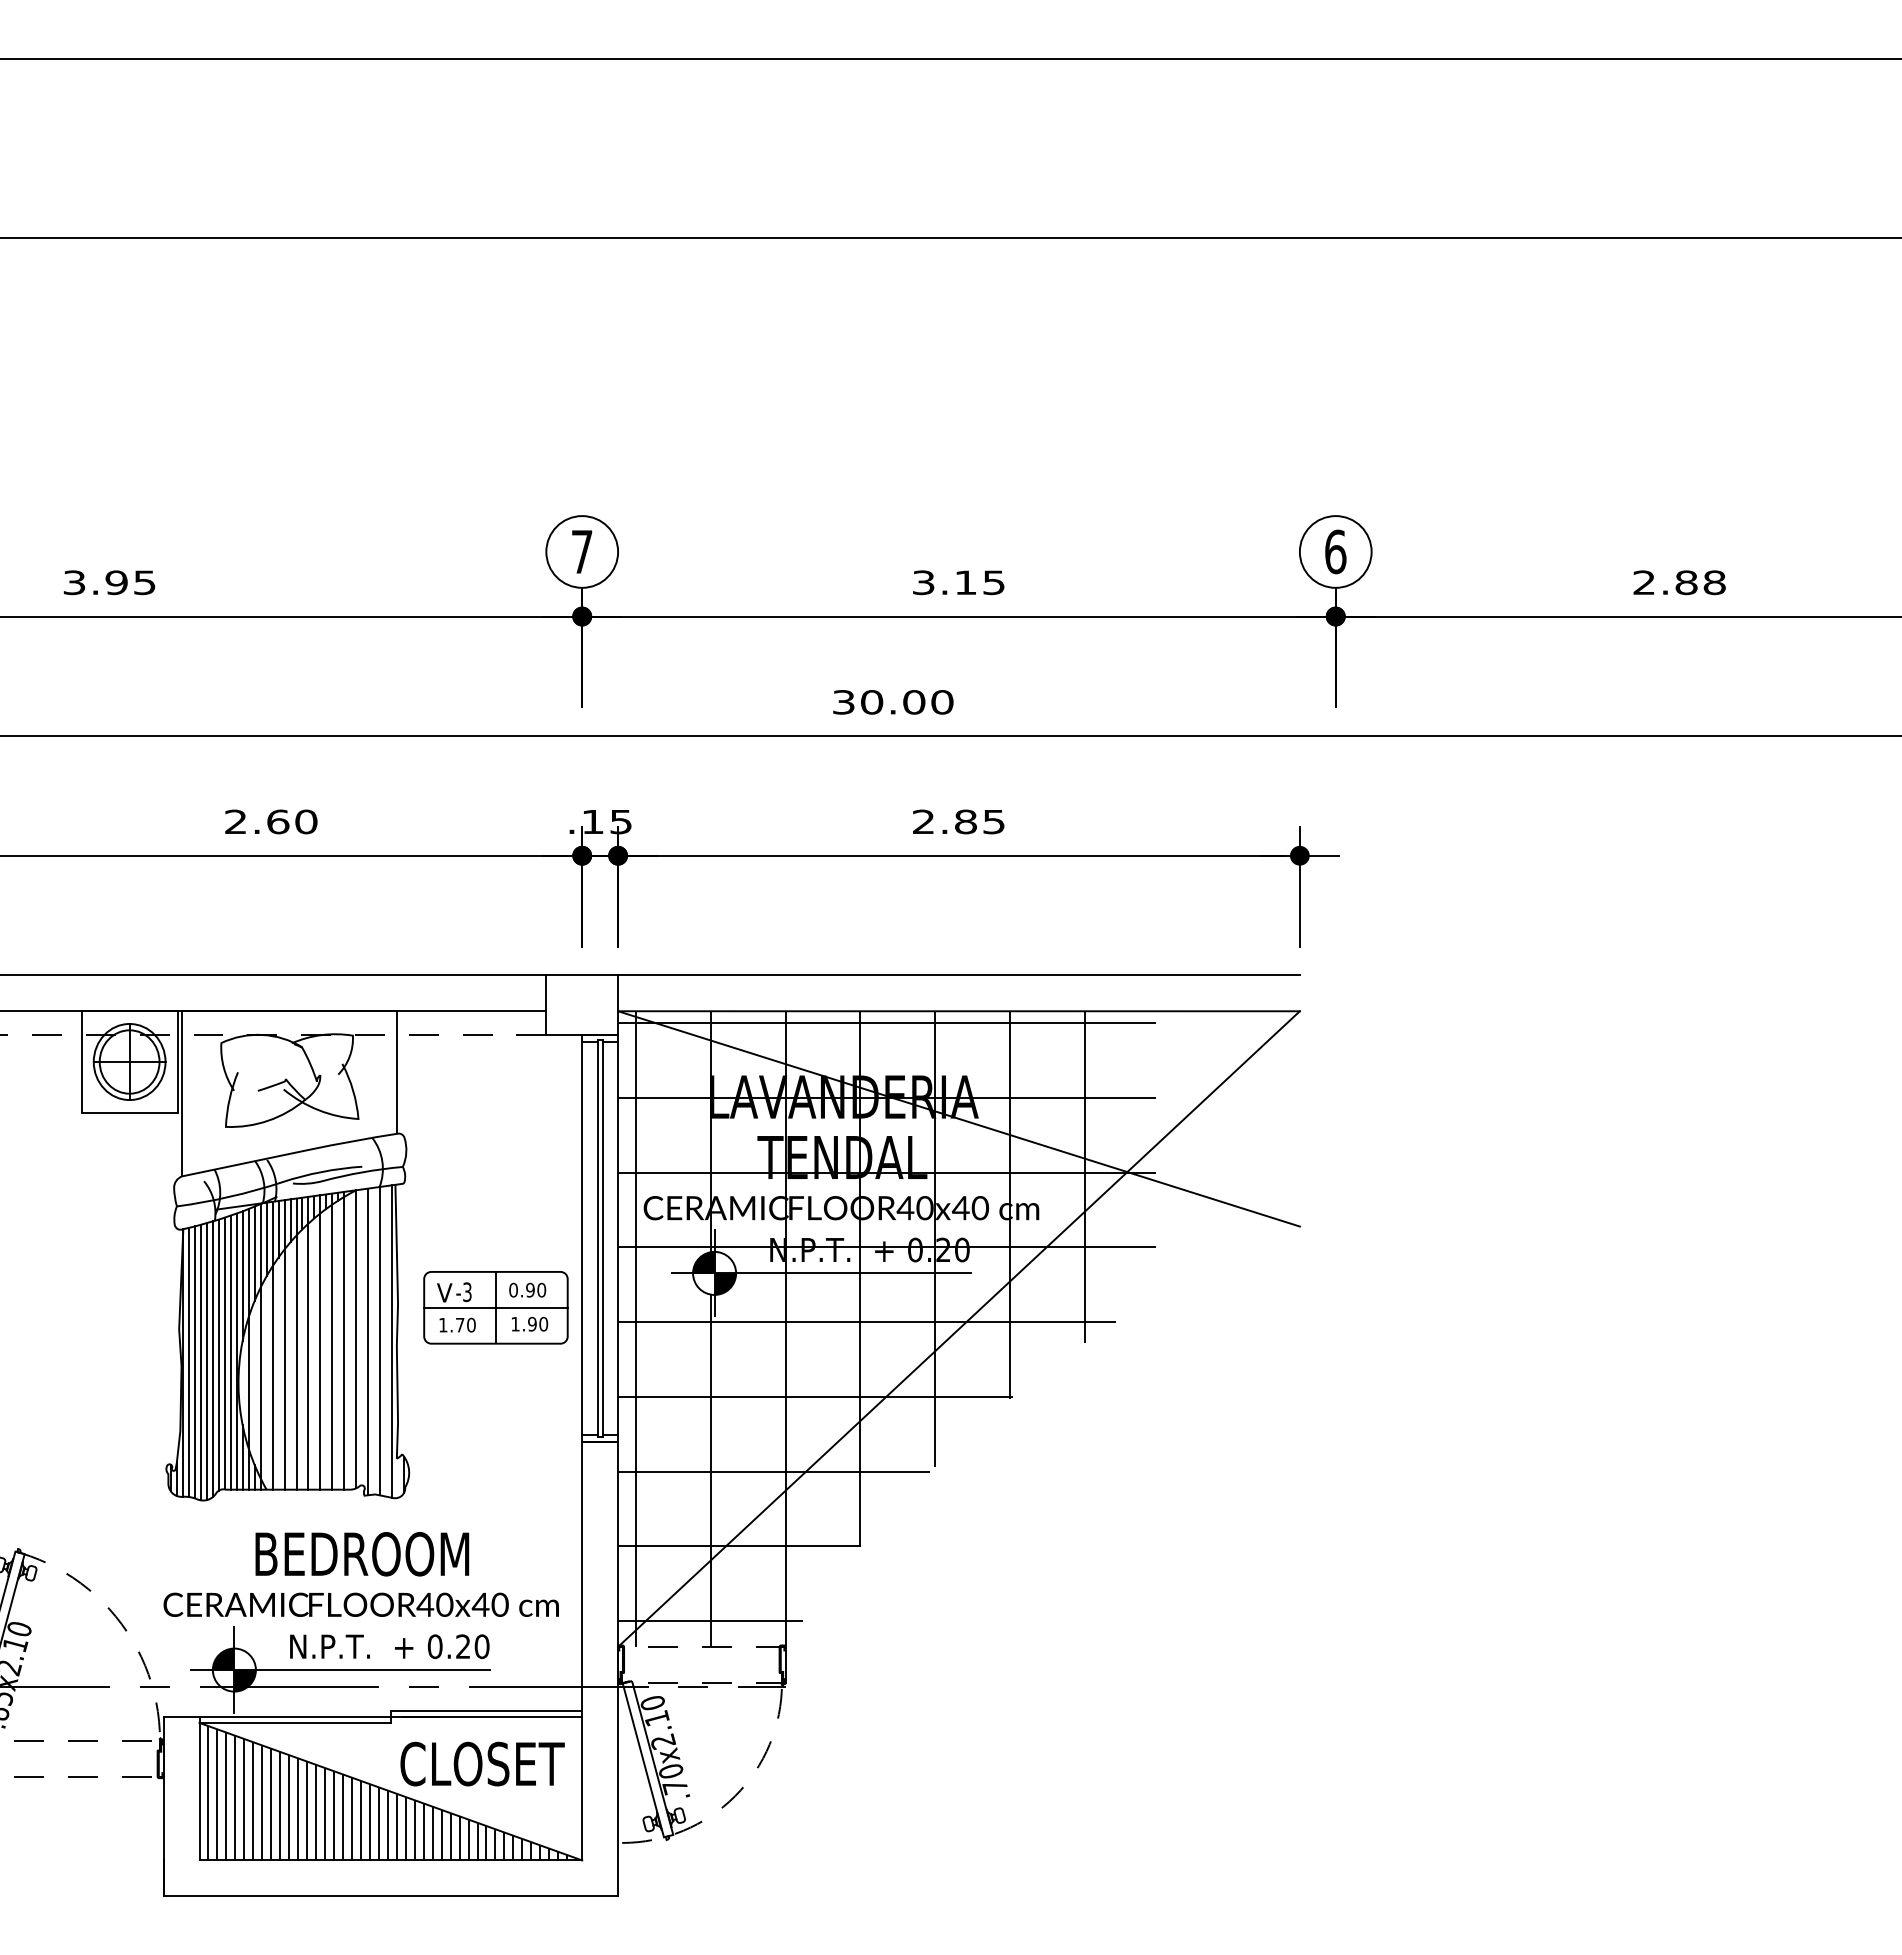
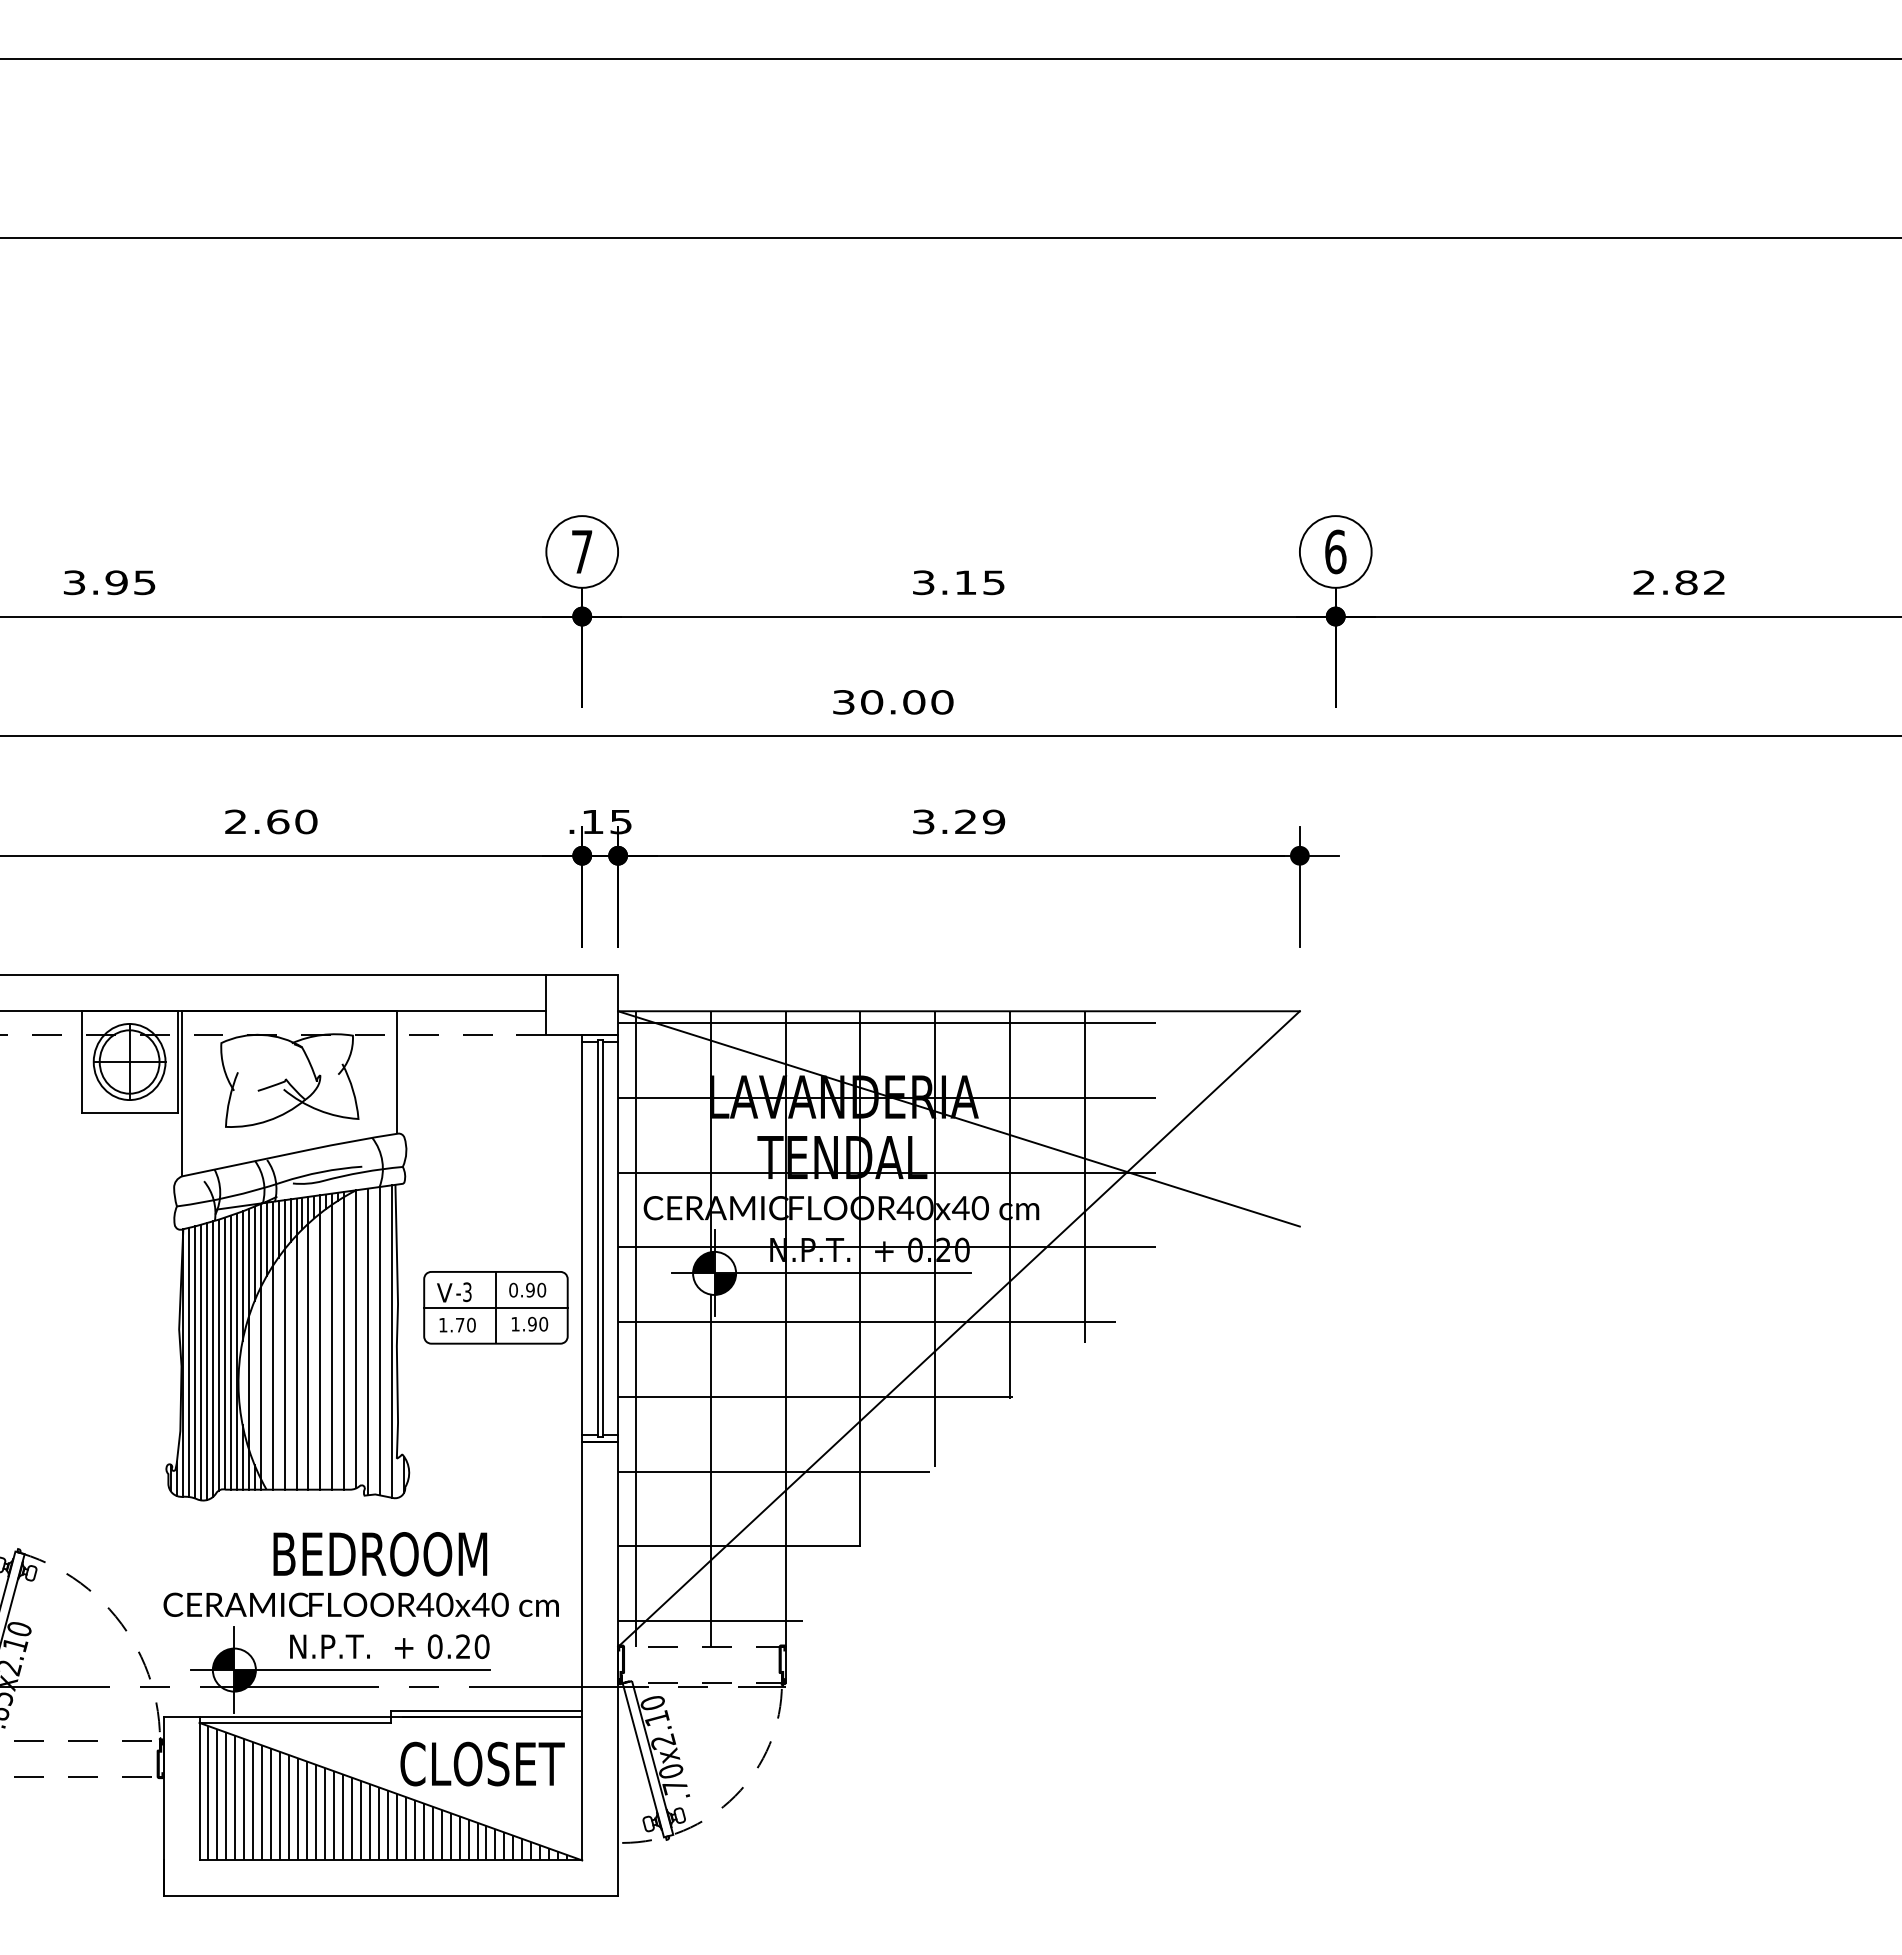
text at (1714, 582): 2.88 -> 2.82
text at (959, 821): 2.85 -> 3.29
line at (958, 975): present -> none
text at (362, 1554) position: (362, 1554) -> (380, 1554)
